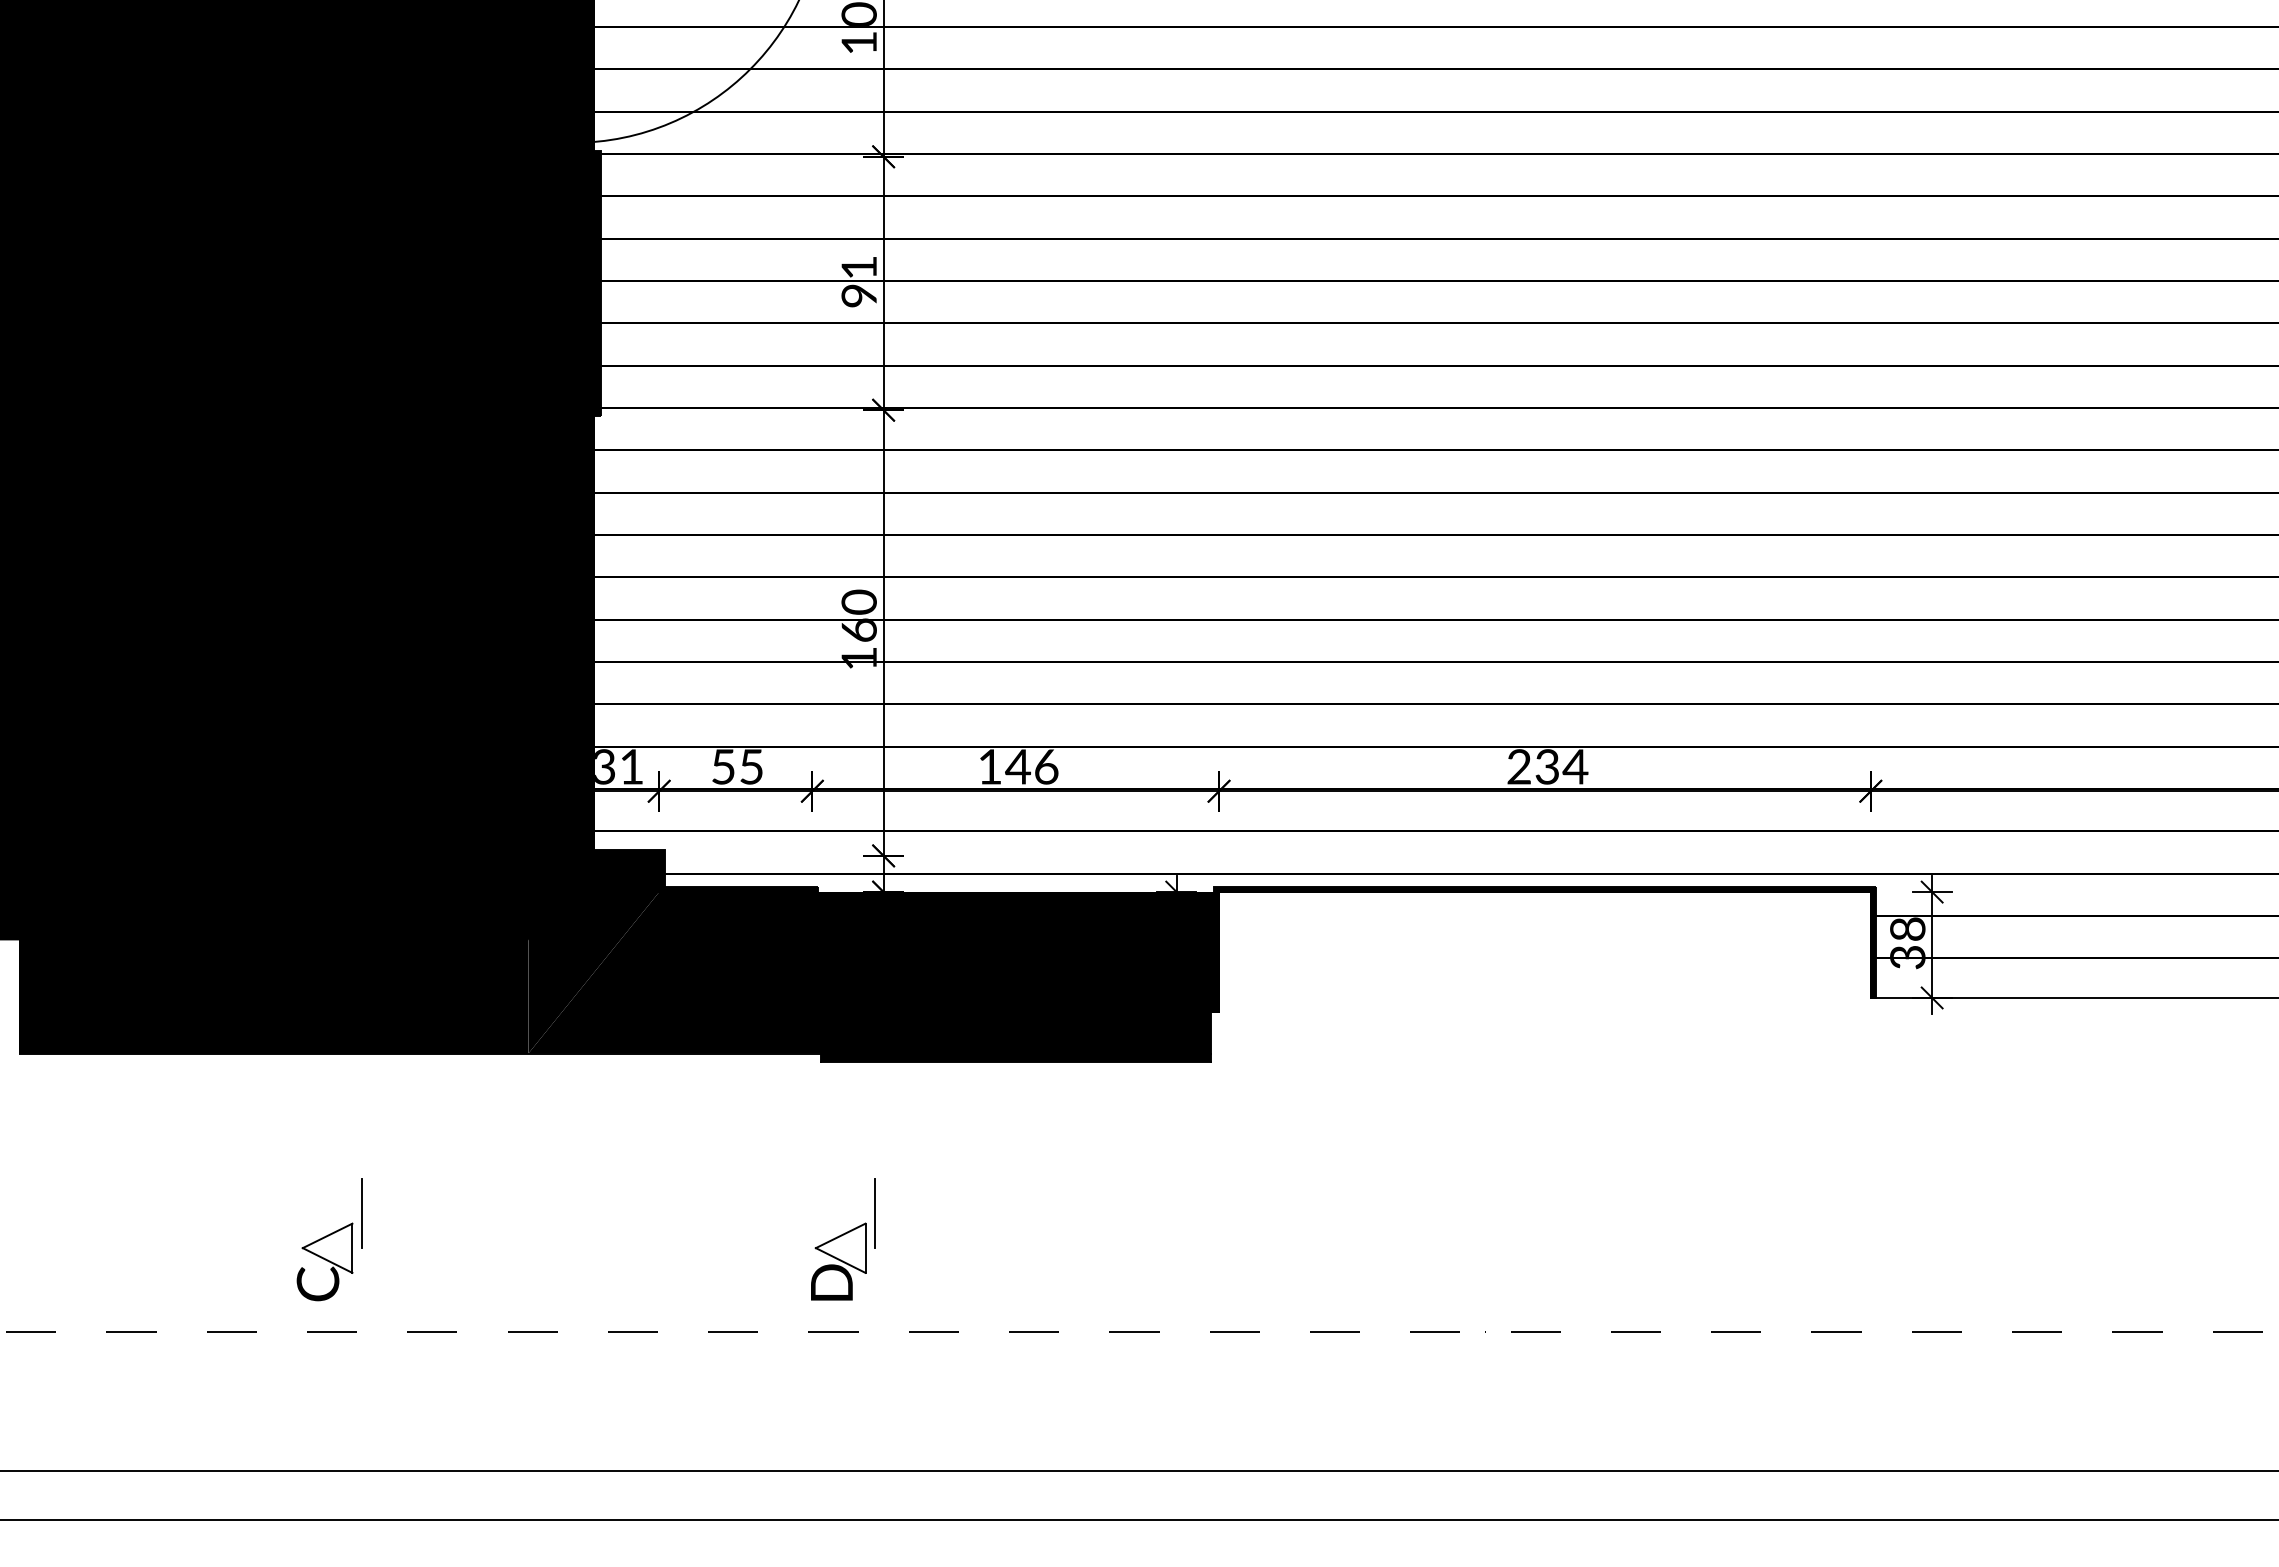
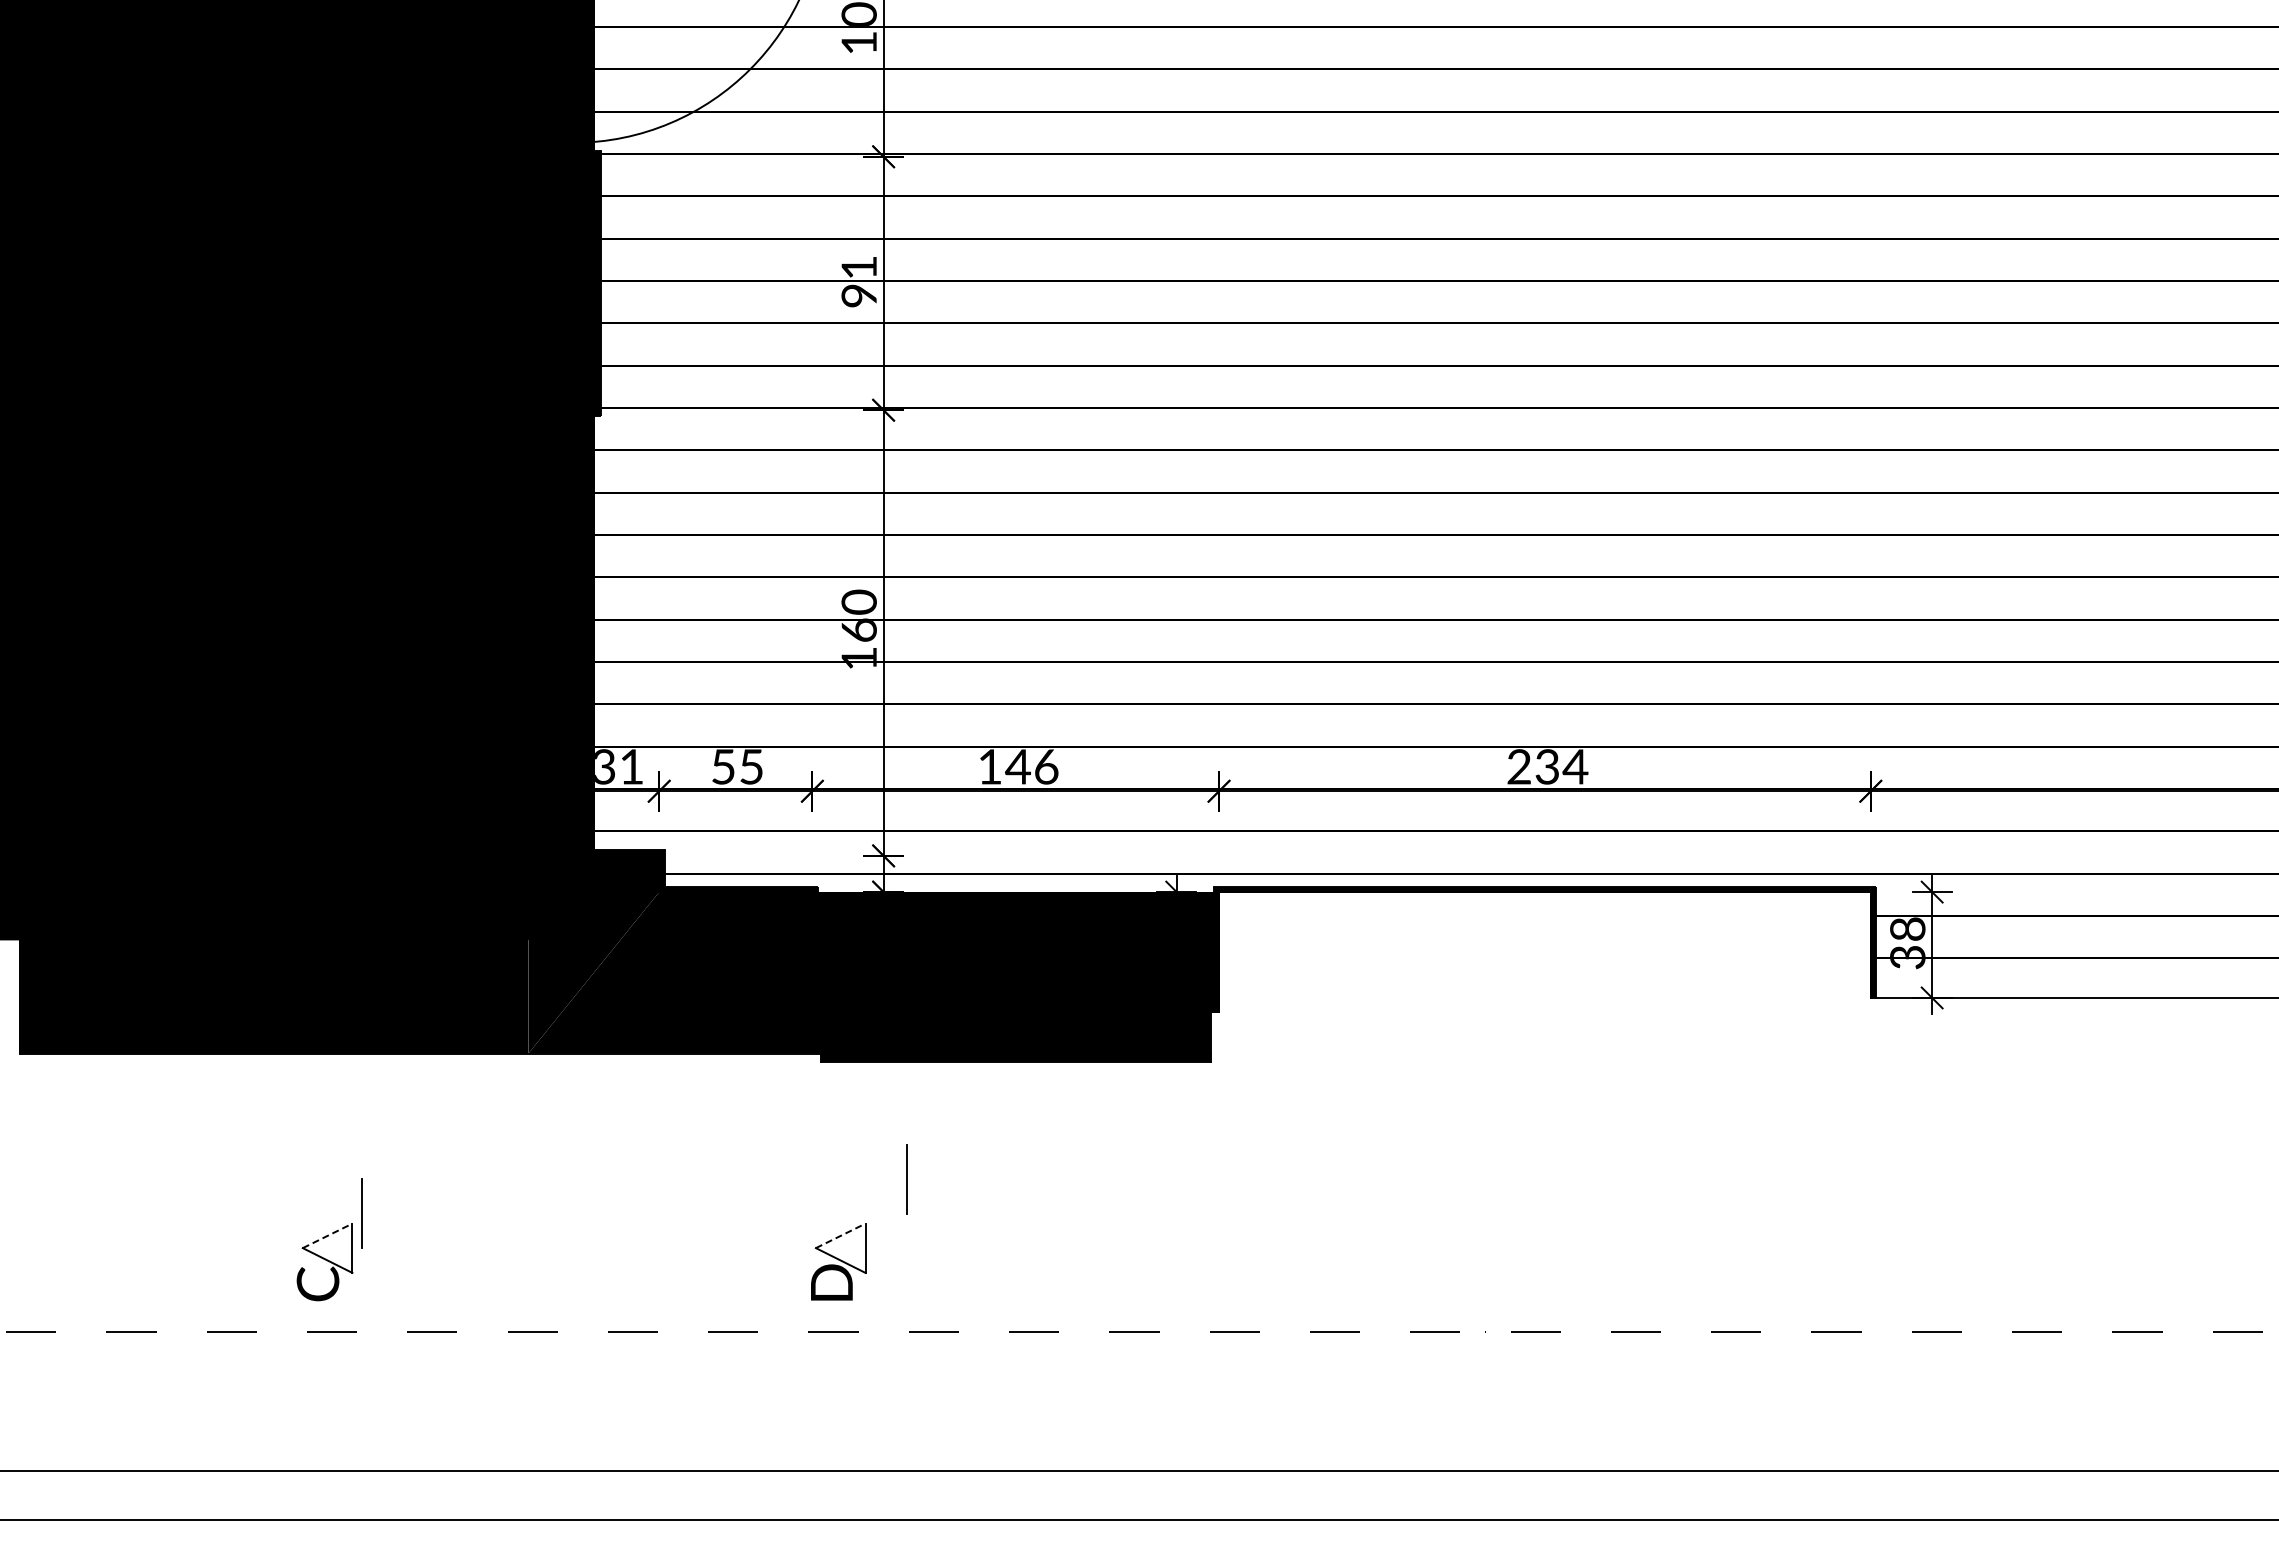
line at (874, 1213) position: (874, 1213) -> (906, 1179)
line at (327, 1235): solid -> dashed
line at (840, 1235): solid -> dashed
